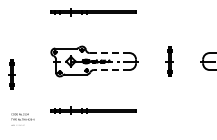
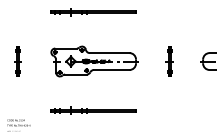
line at (109, 53): dashed -> solid
line at (111, 70): dashed -> solid
part at (11, 74) position: (11, 74) -> (17, 61)
text at (22, 119) position: (22, 119) -> (18, 125)
